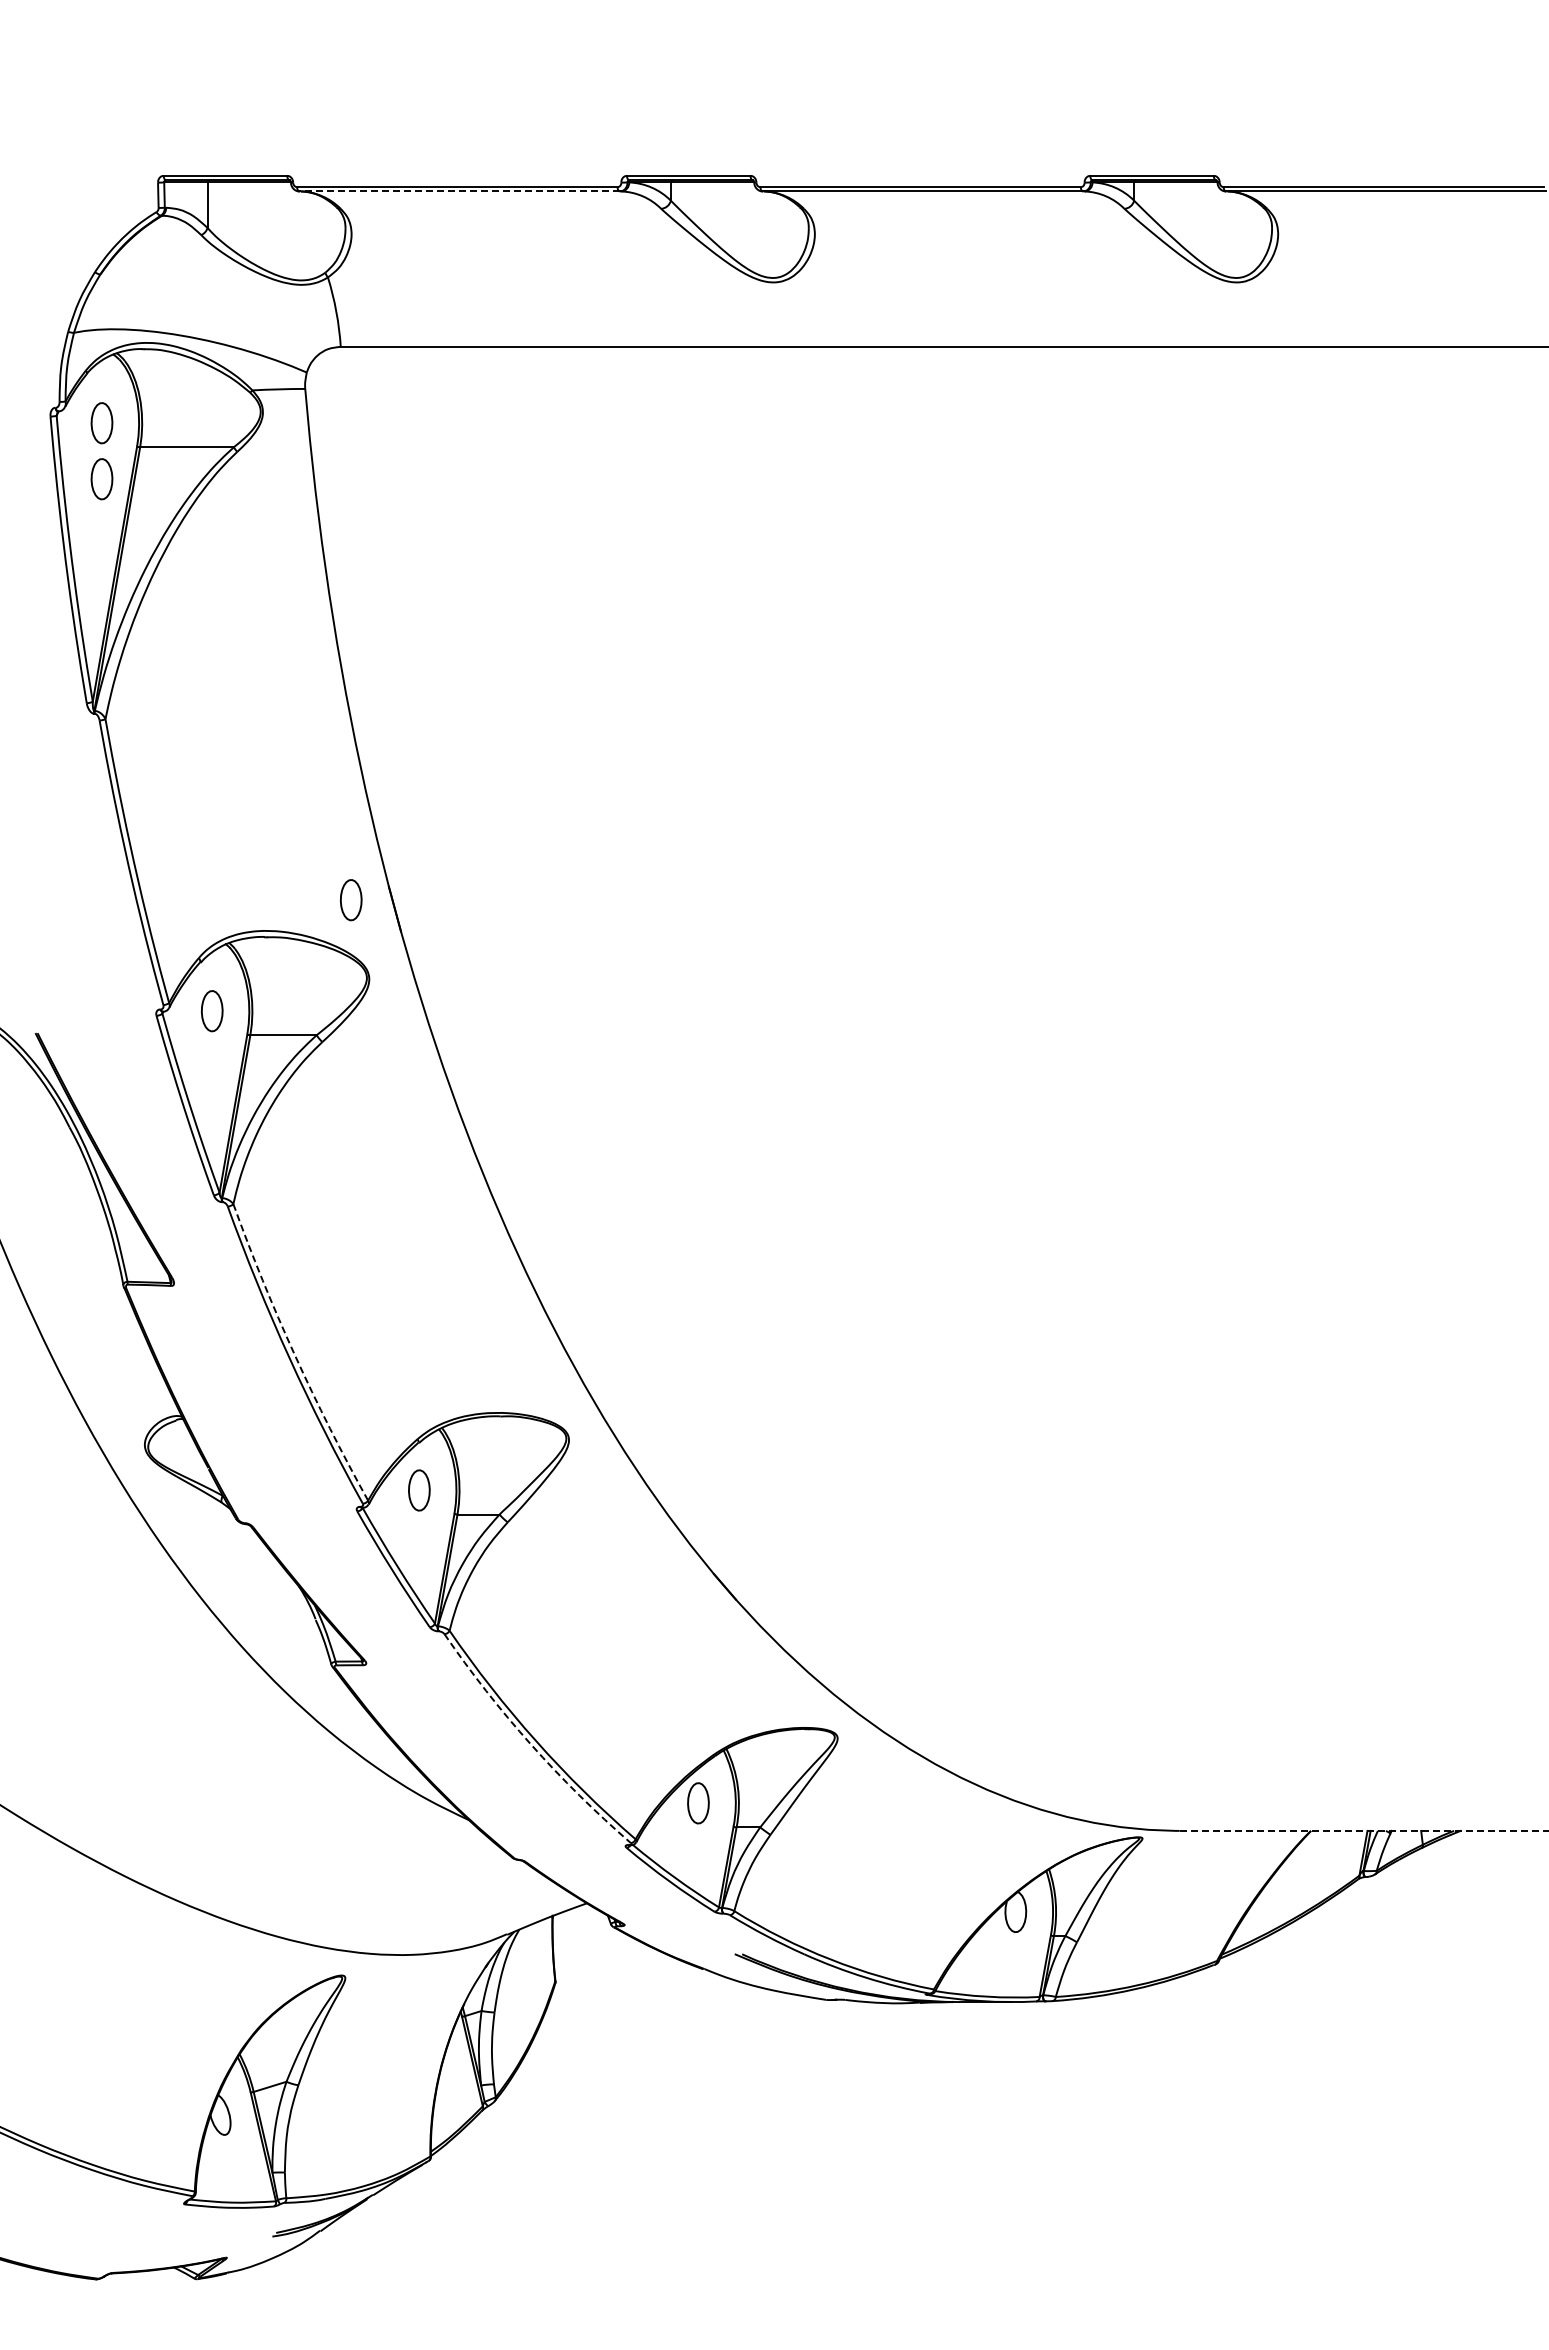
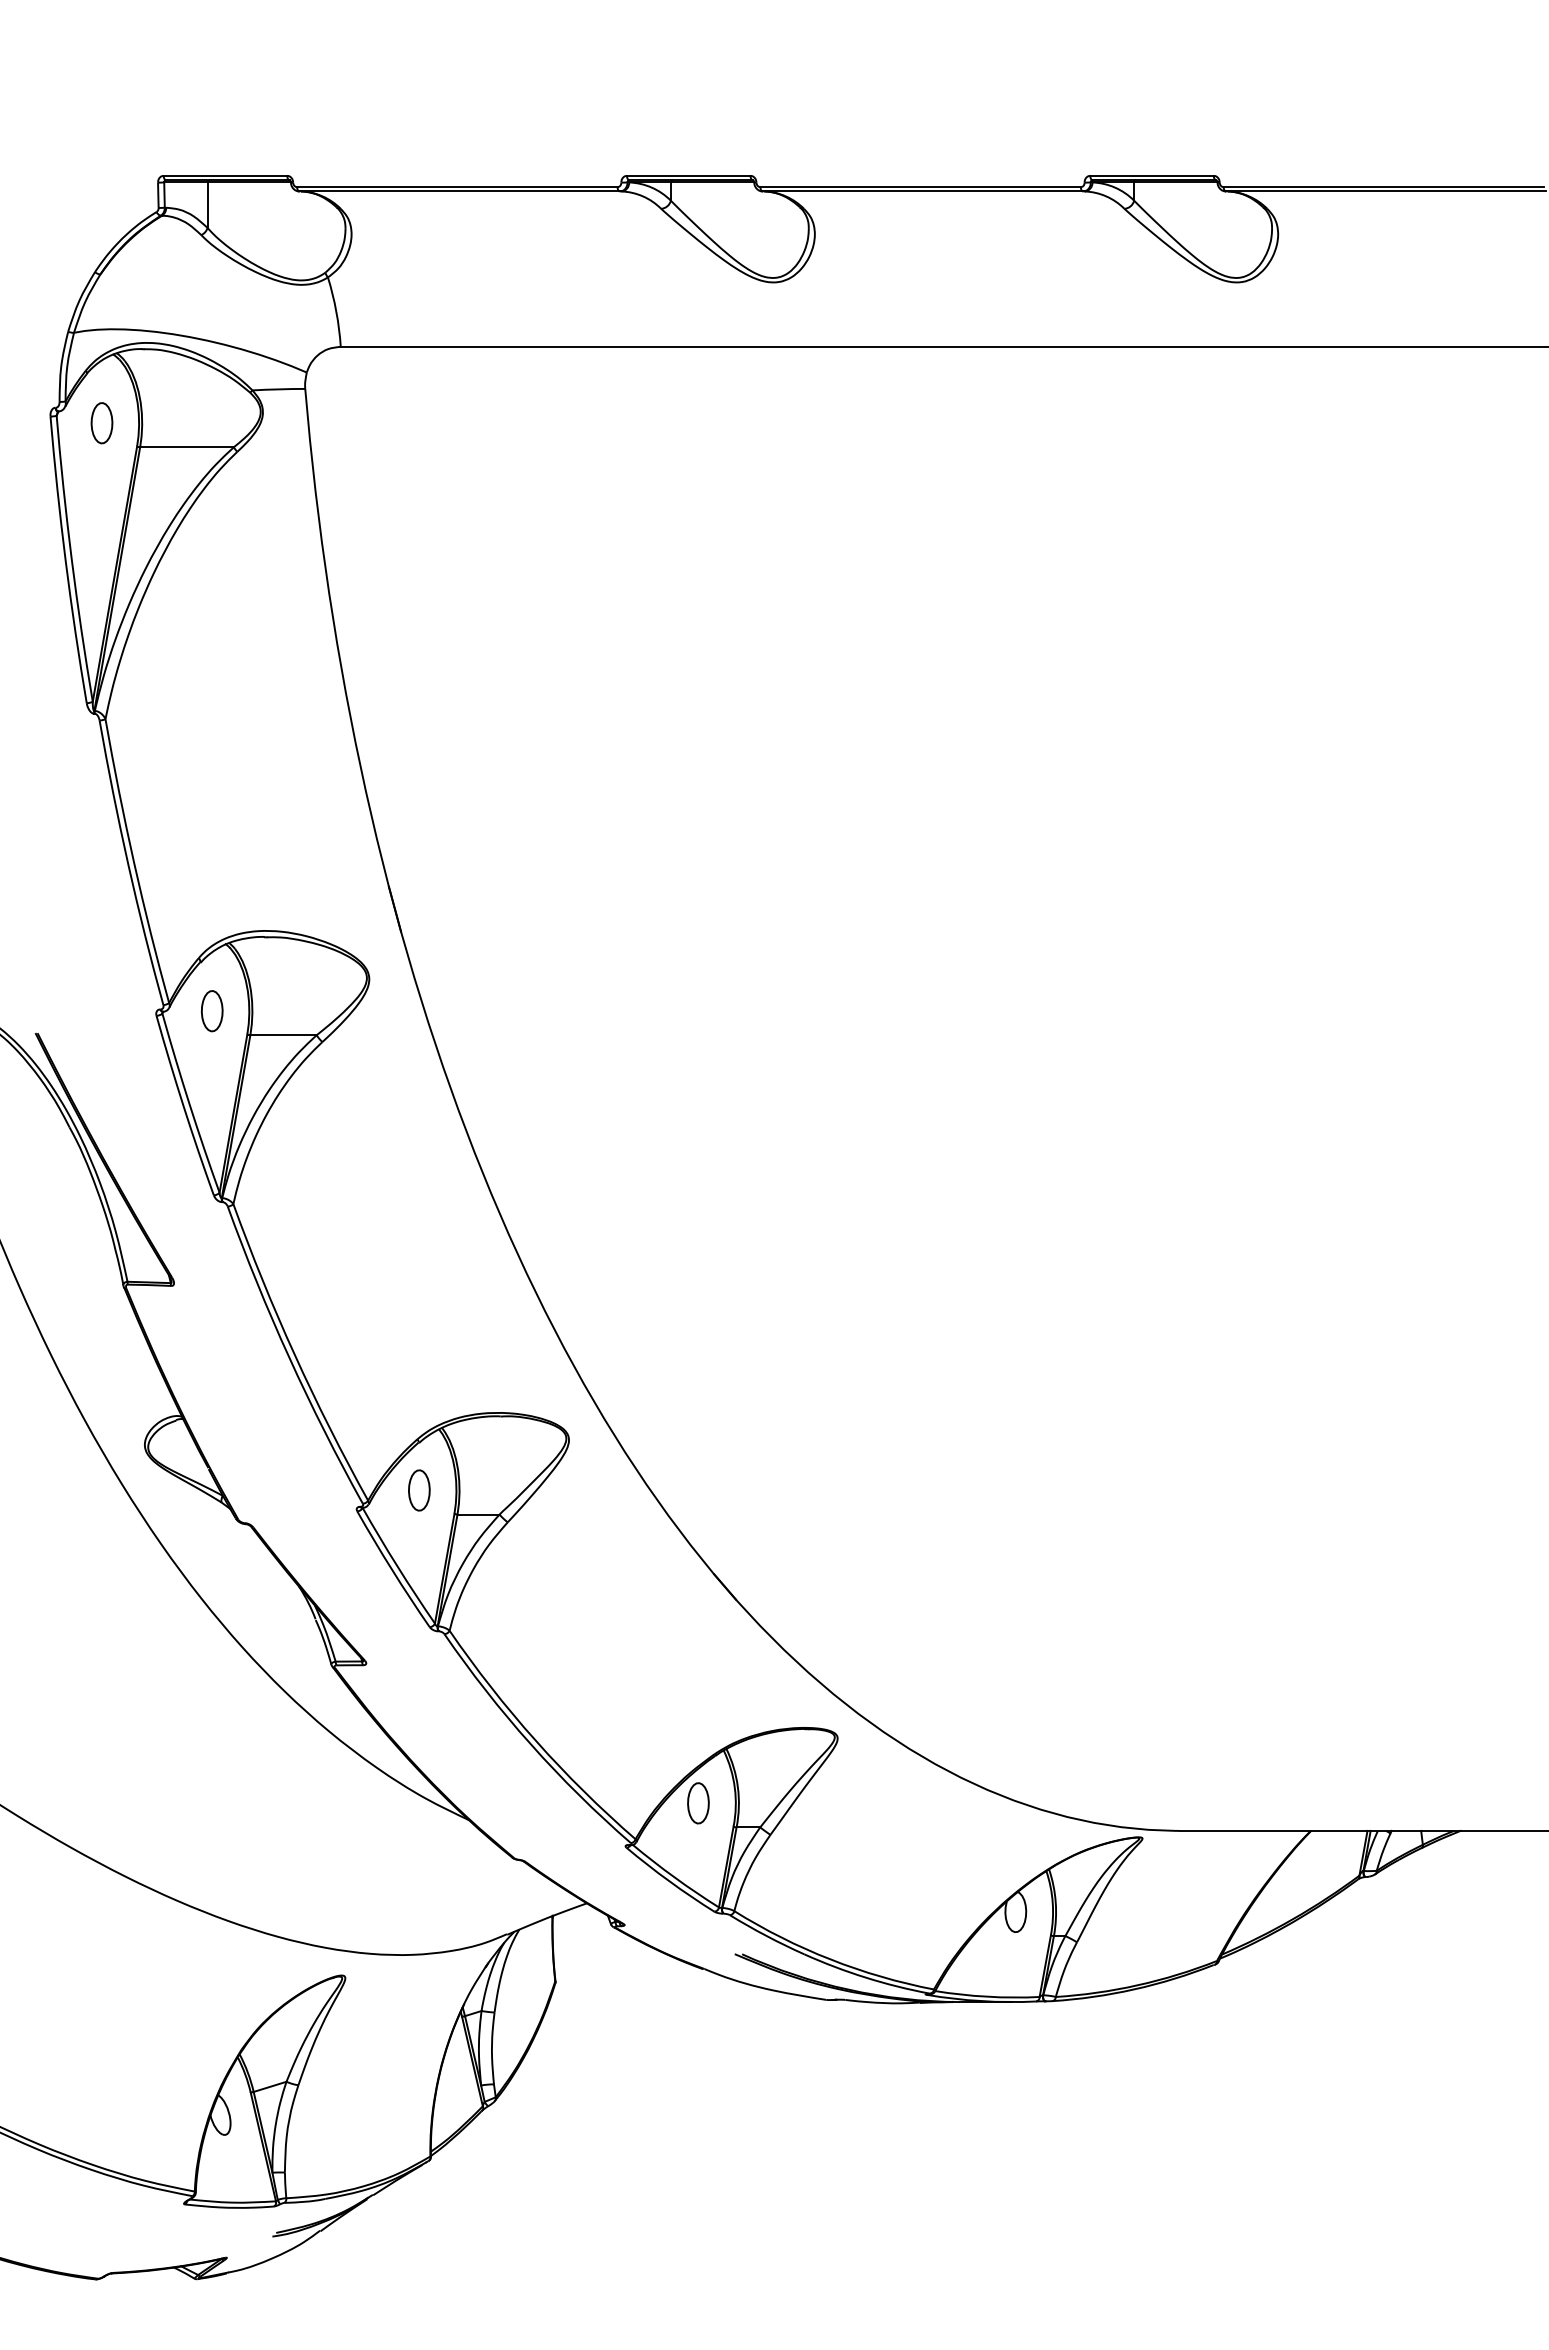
line at (459, 191): dashed -> solid
part at (101, 479): present -> none
part at (351, 900): present -> none
arc at (294, 1355): dashed -> solid
arc at (531, 1744): dashed -> solid
line at (1364, 1830): dashed -> solid
